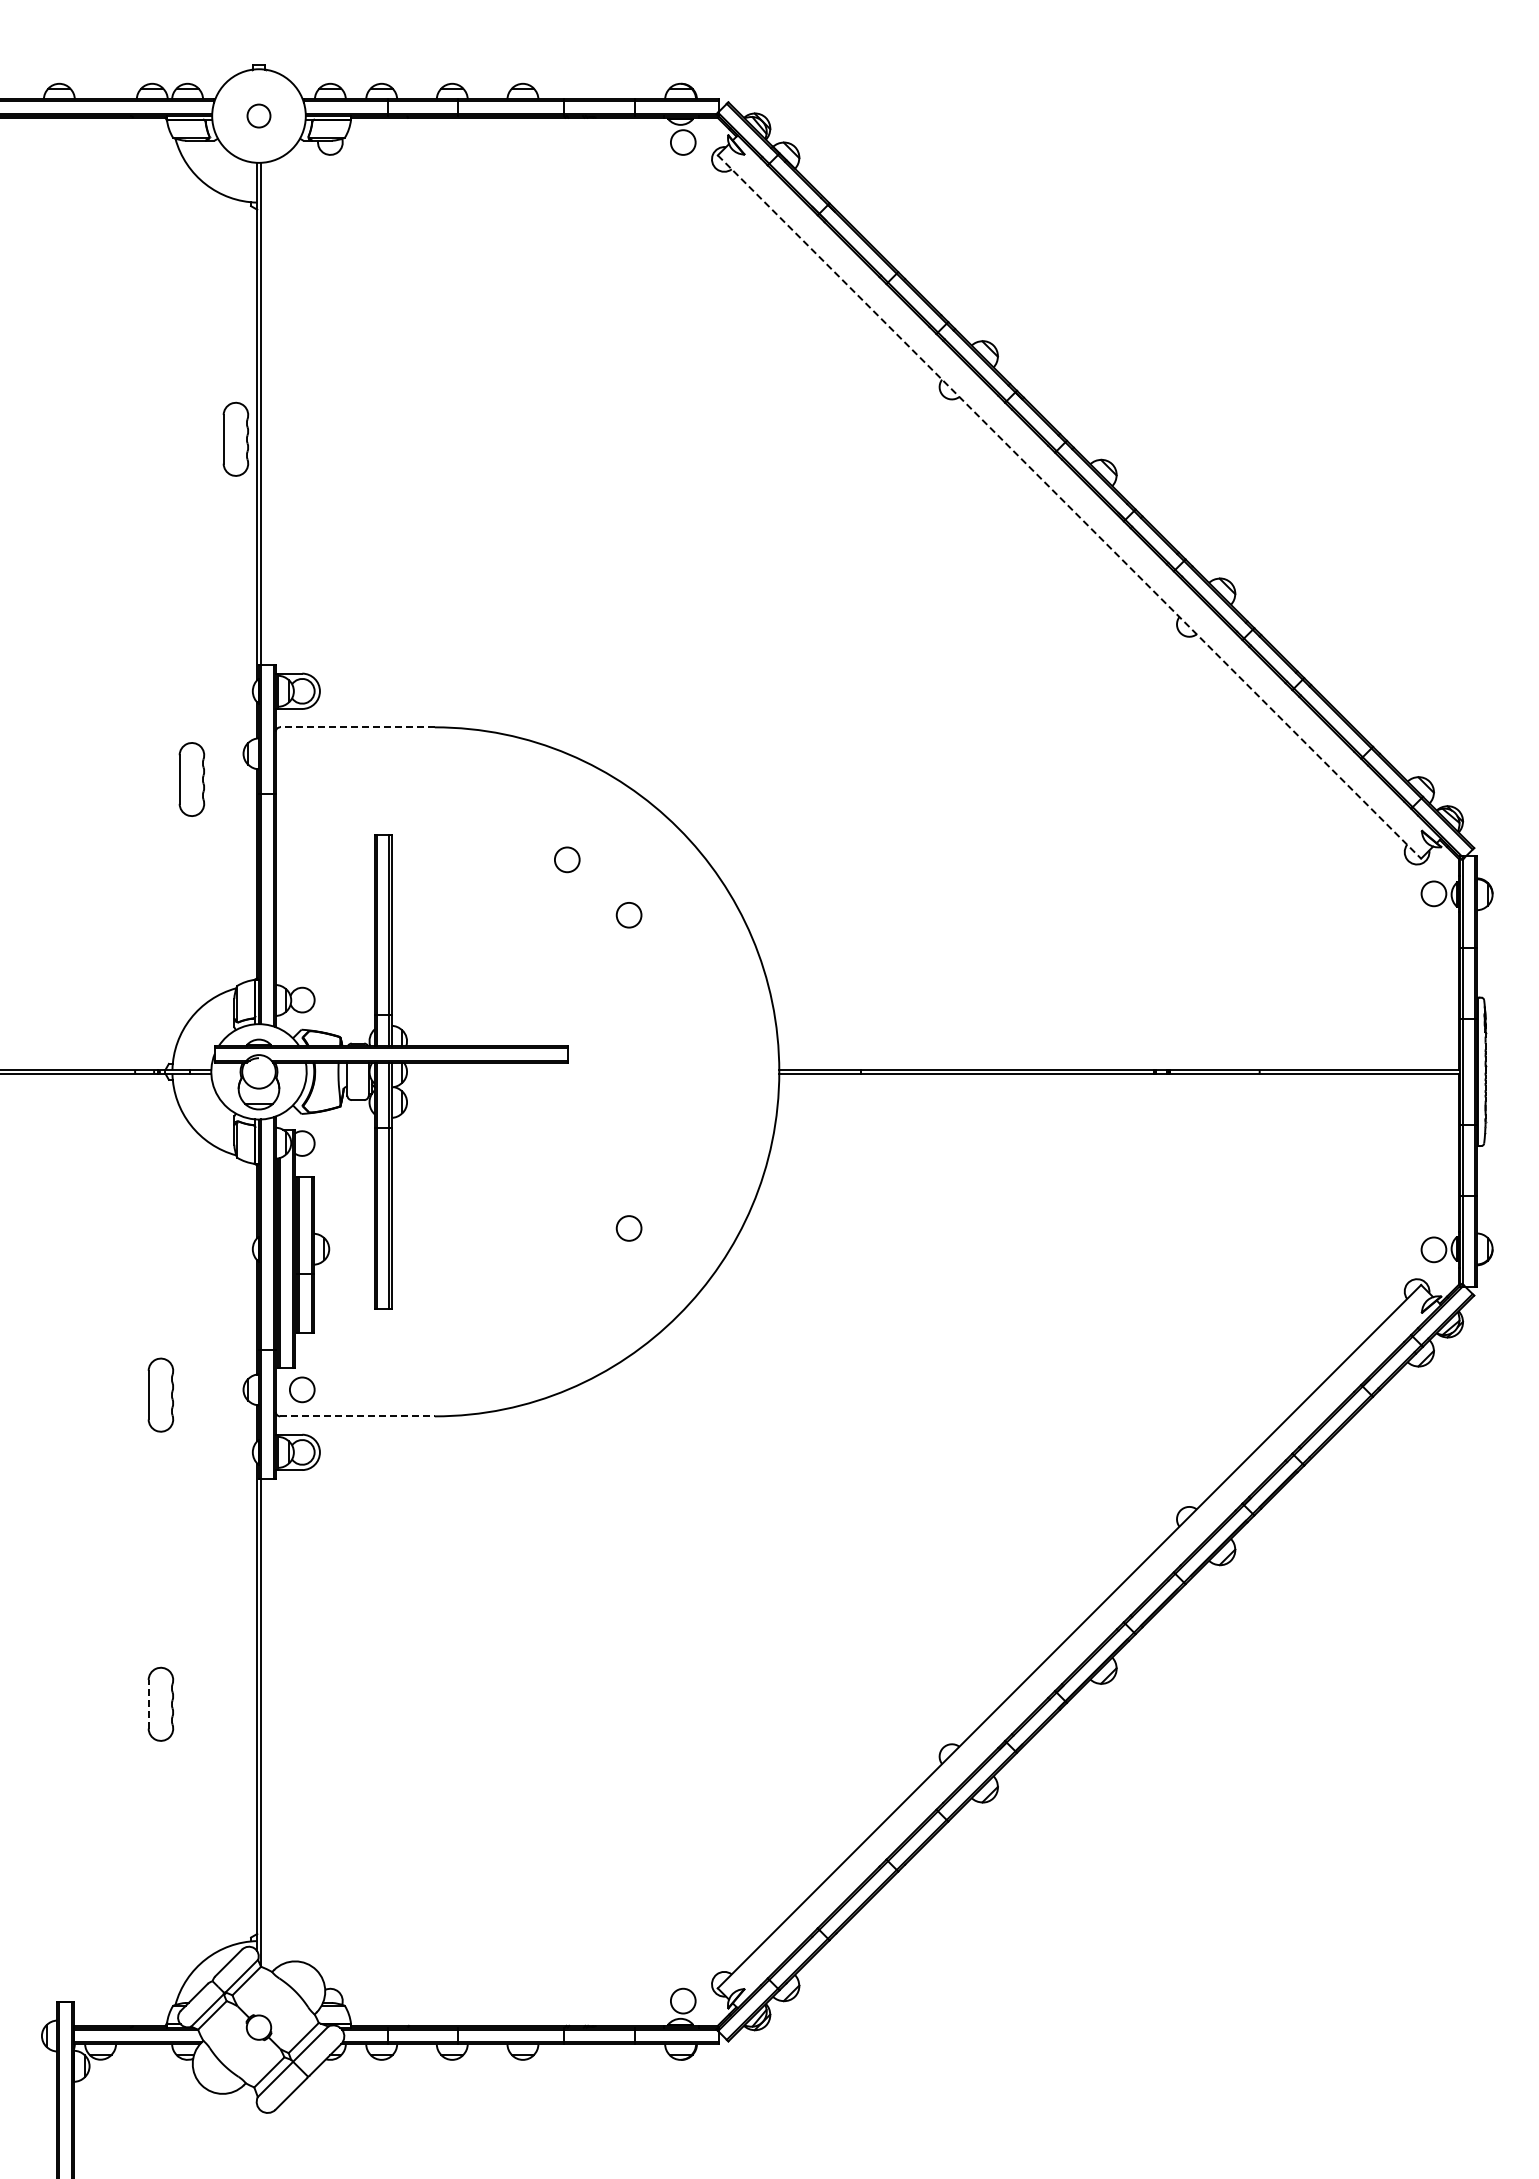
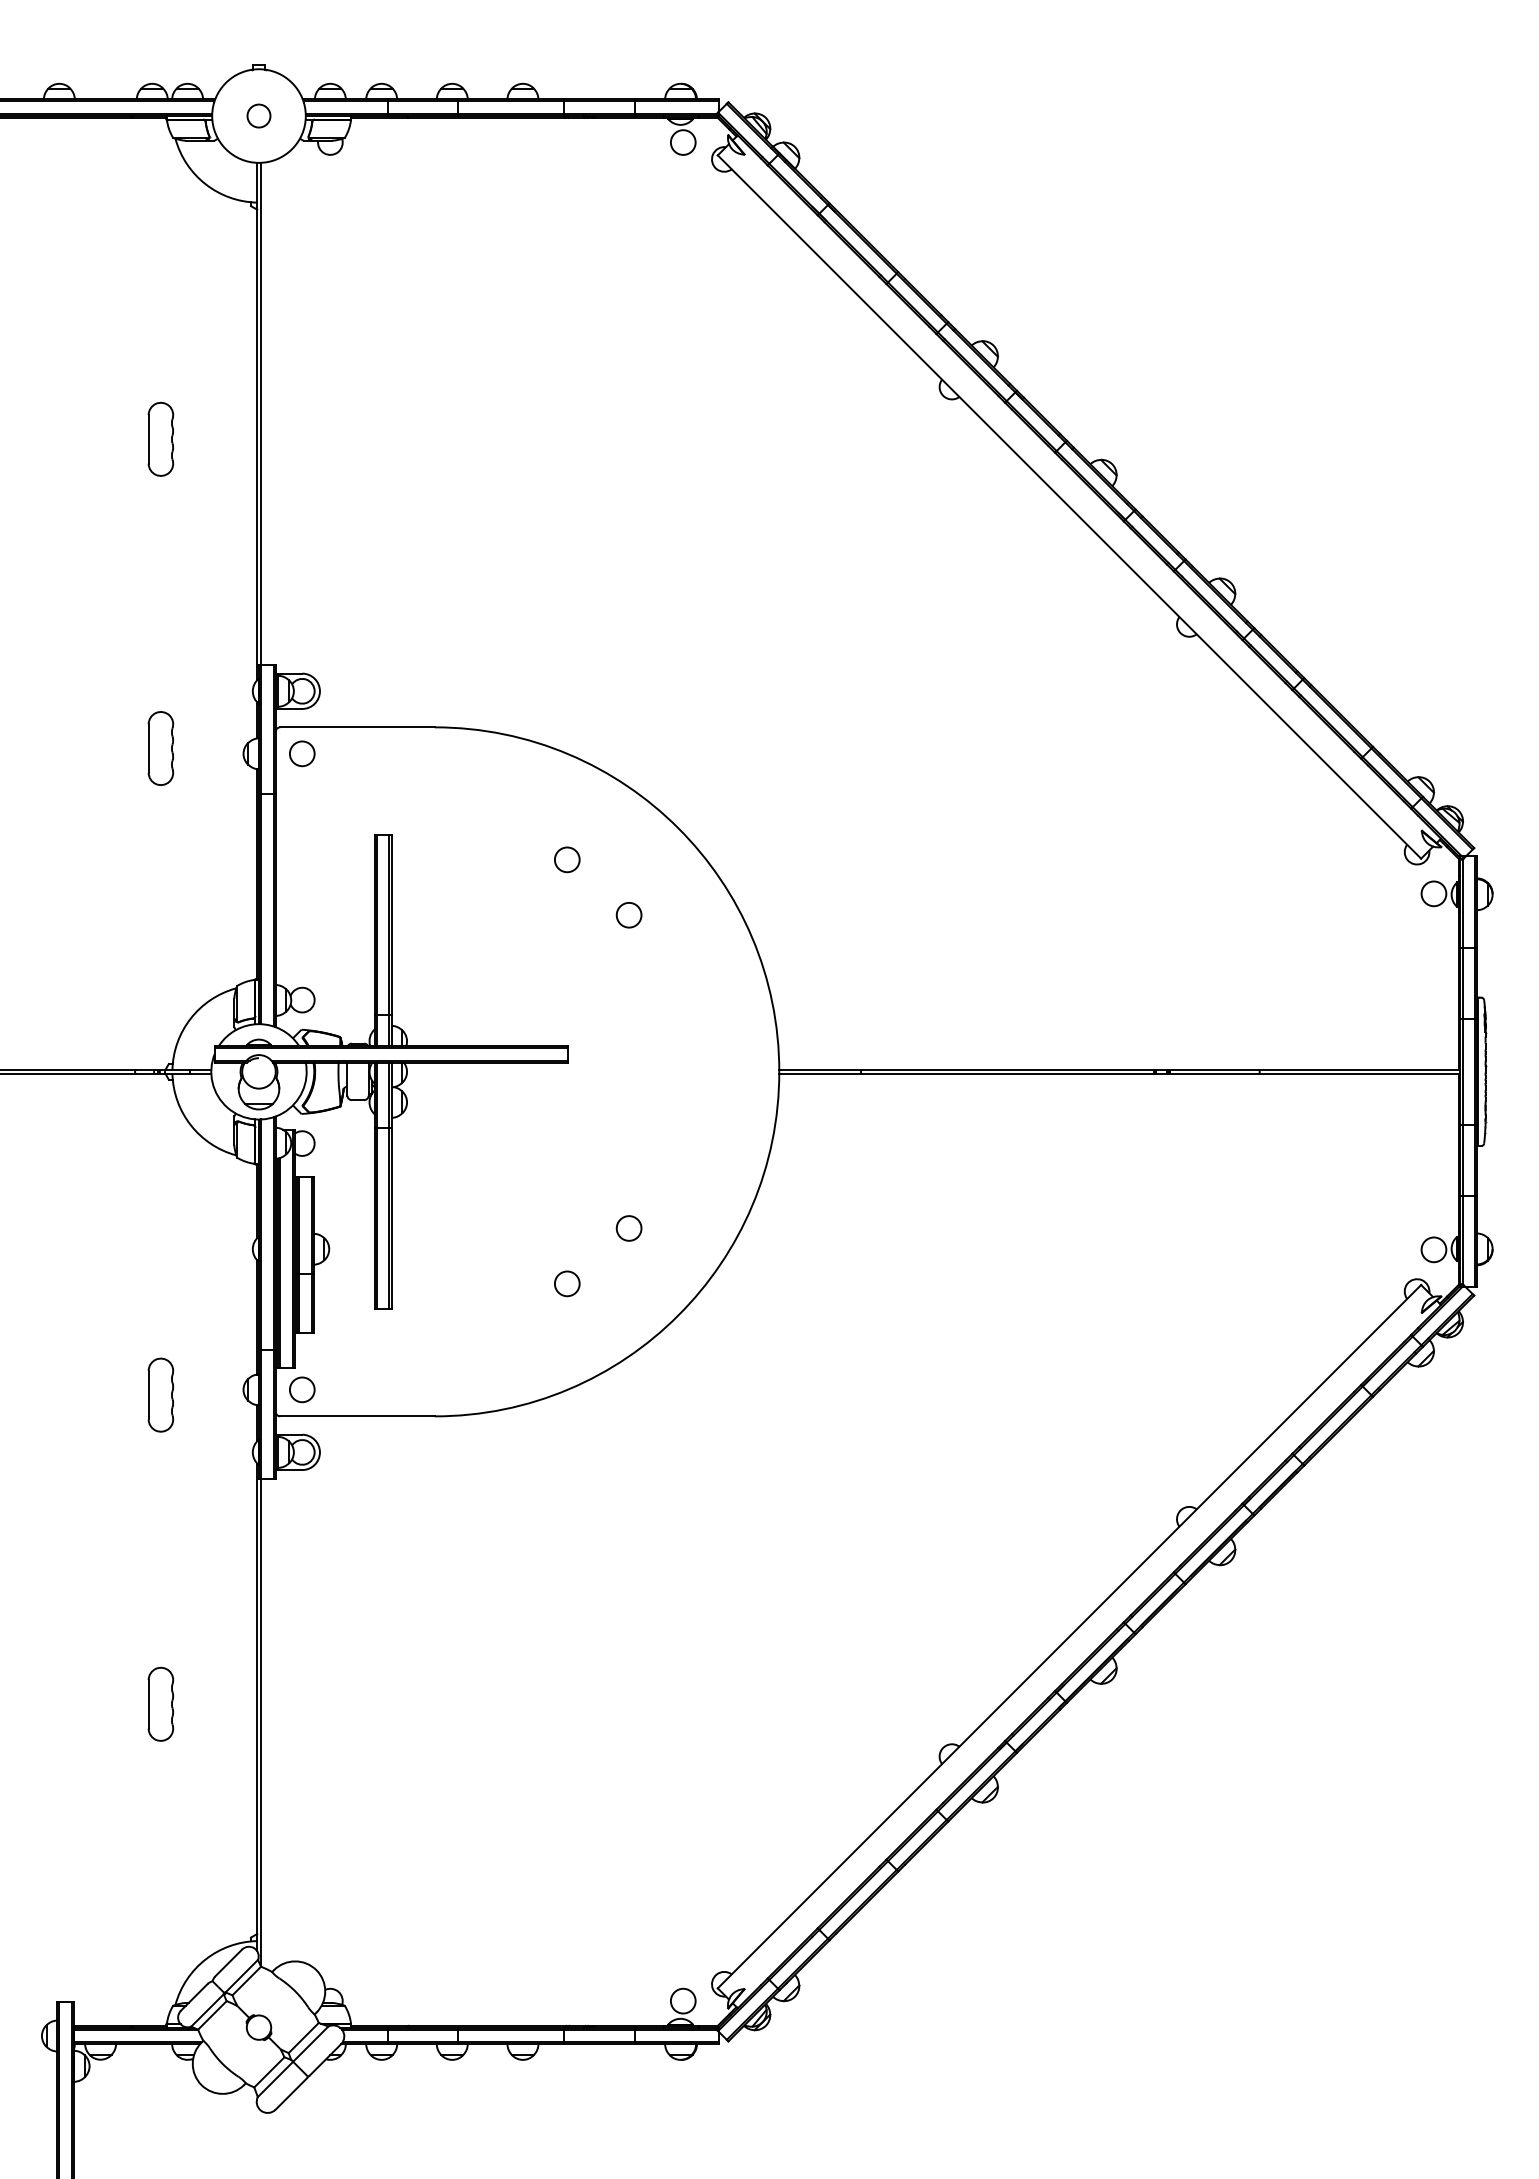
part at (235, 438) position: (235, 438) -> (160, 438)
line at (1069, 507): dashed -> solid
line at (357, 727): dashed -> solid
circle at (302, 753): none -> present
part at (191, 779) position: (191, 779) -> (160, 748)
circle at (567, 1283): none -> present
line at (358, 1416): dashed -> solid
line at (148, 1703): dashed -> solid
